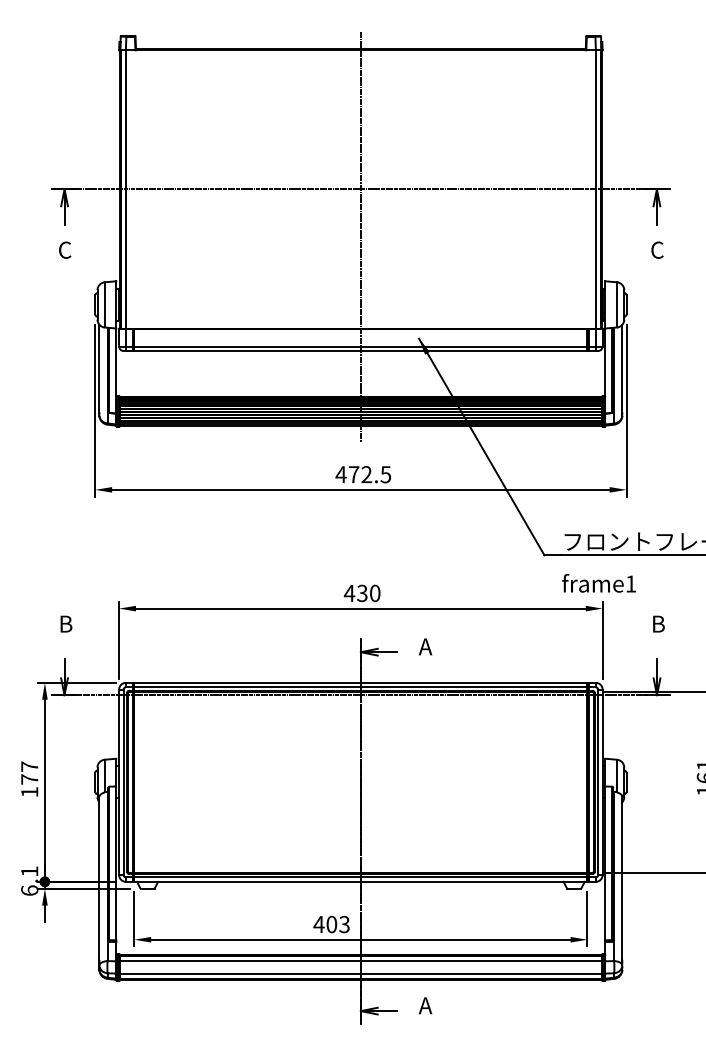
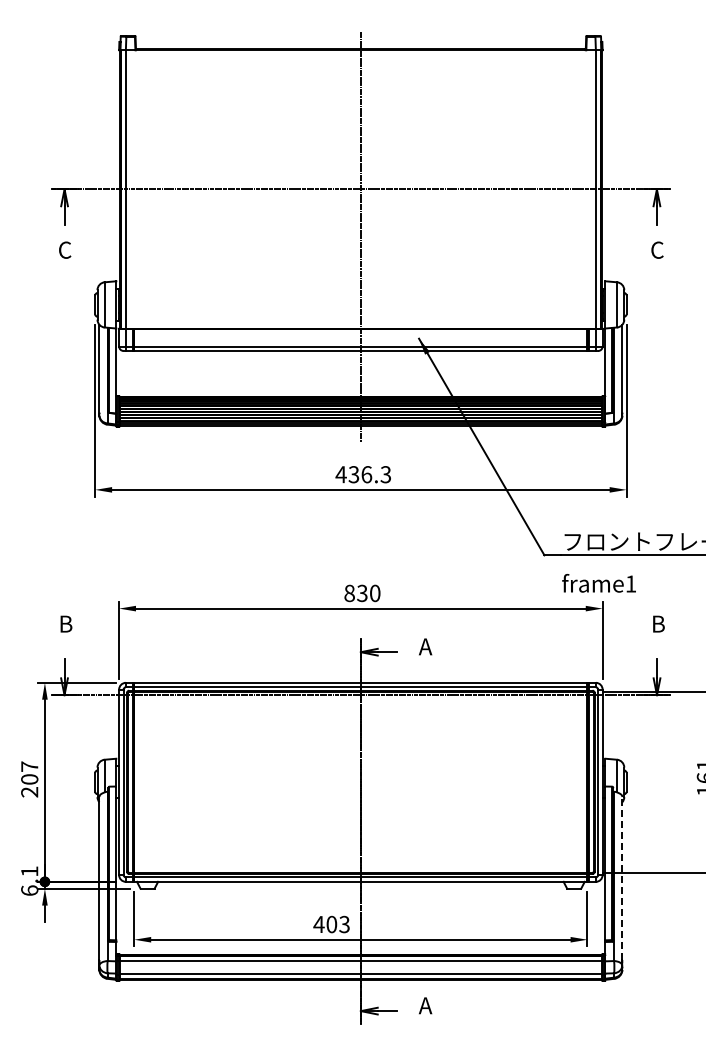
text at (369, 474): 472.5 -> 436.3
text at (349, 593): 430 -> 830
text at (29, 785): 177 -> 207
line at (622, 878): solid -> dashed
